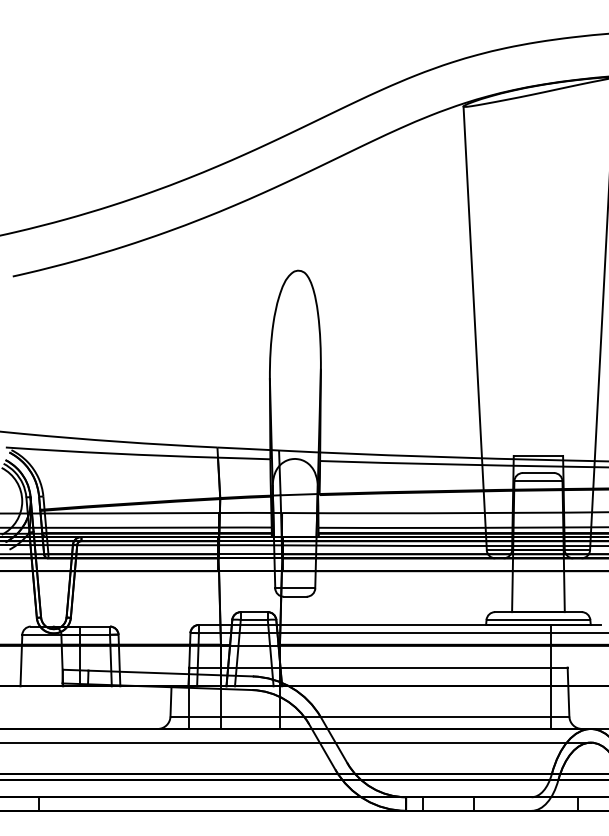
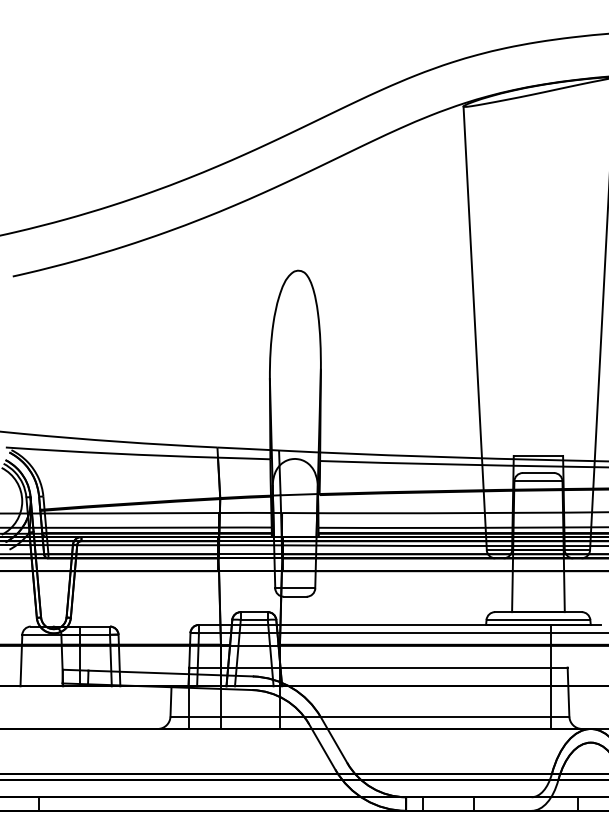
line at (296, 742): present -> none
